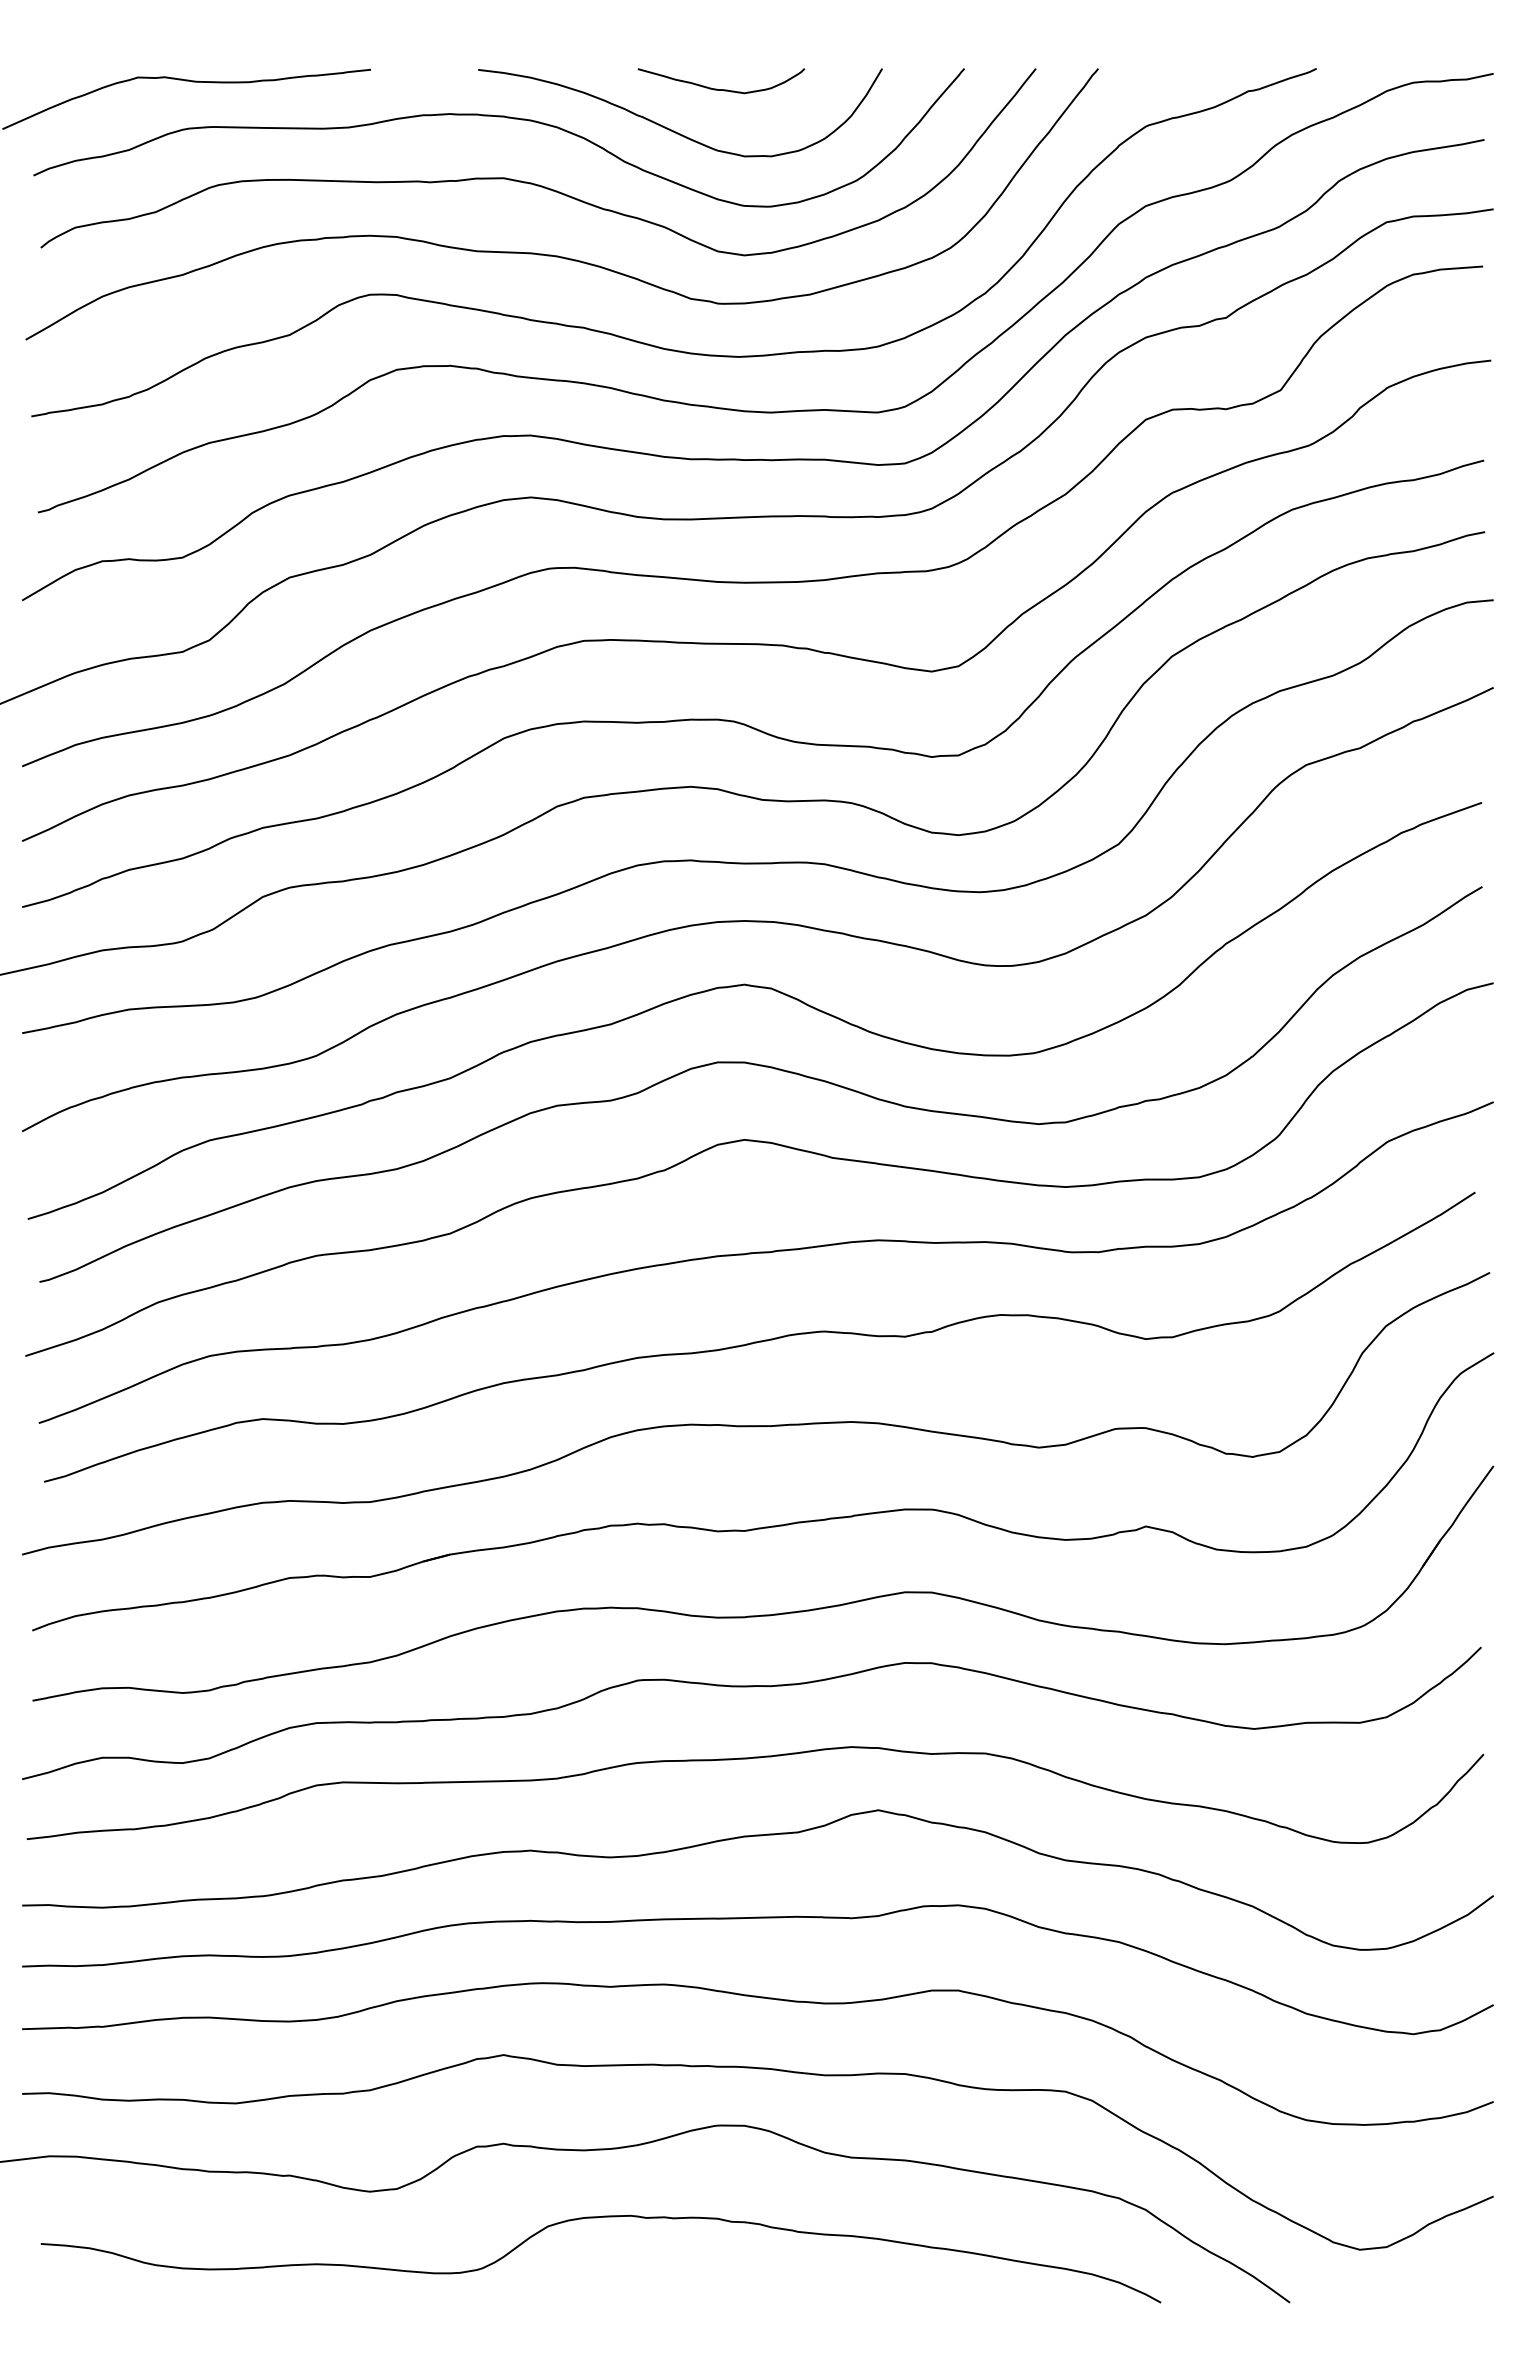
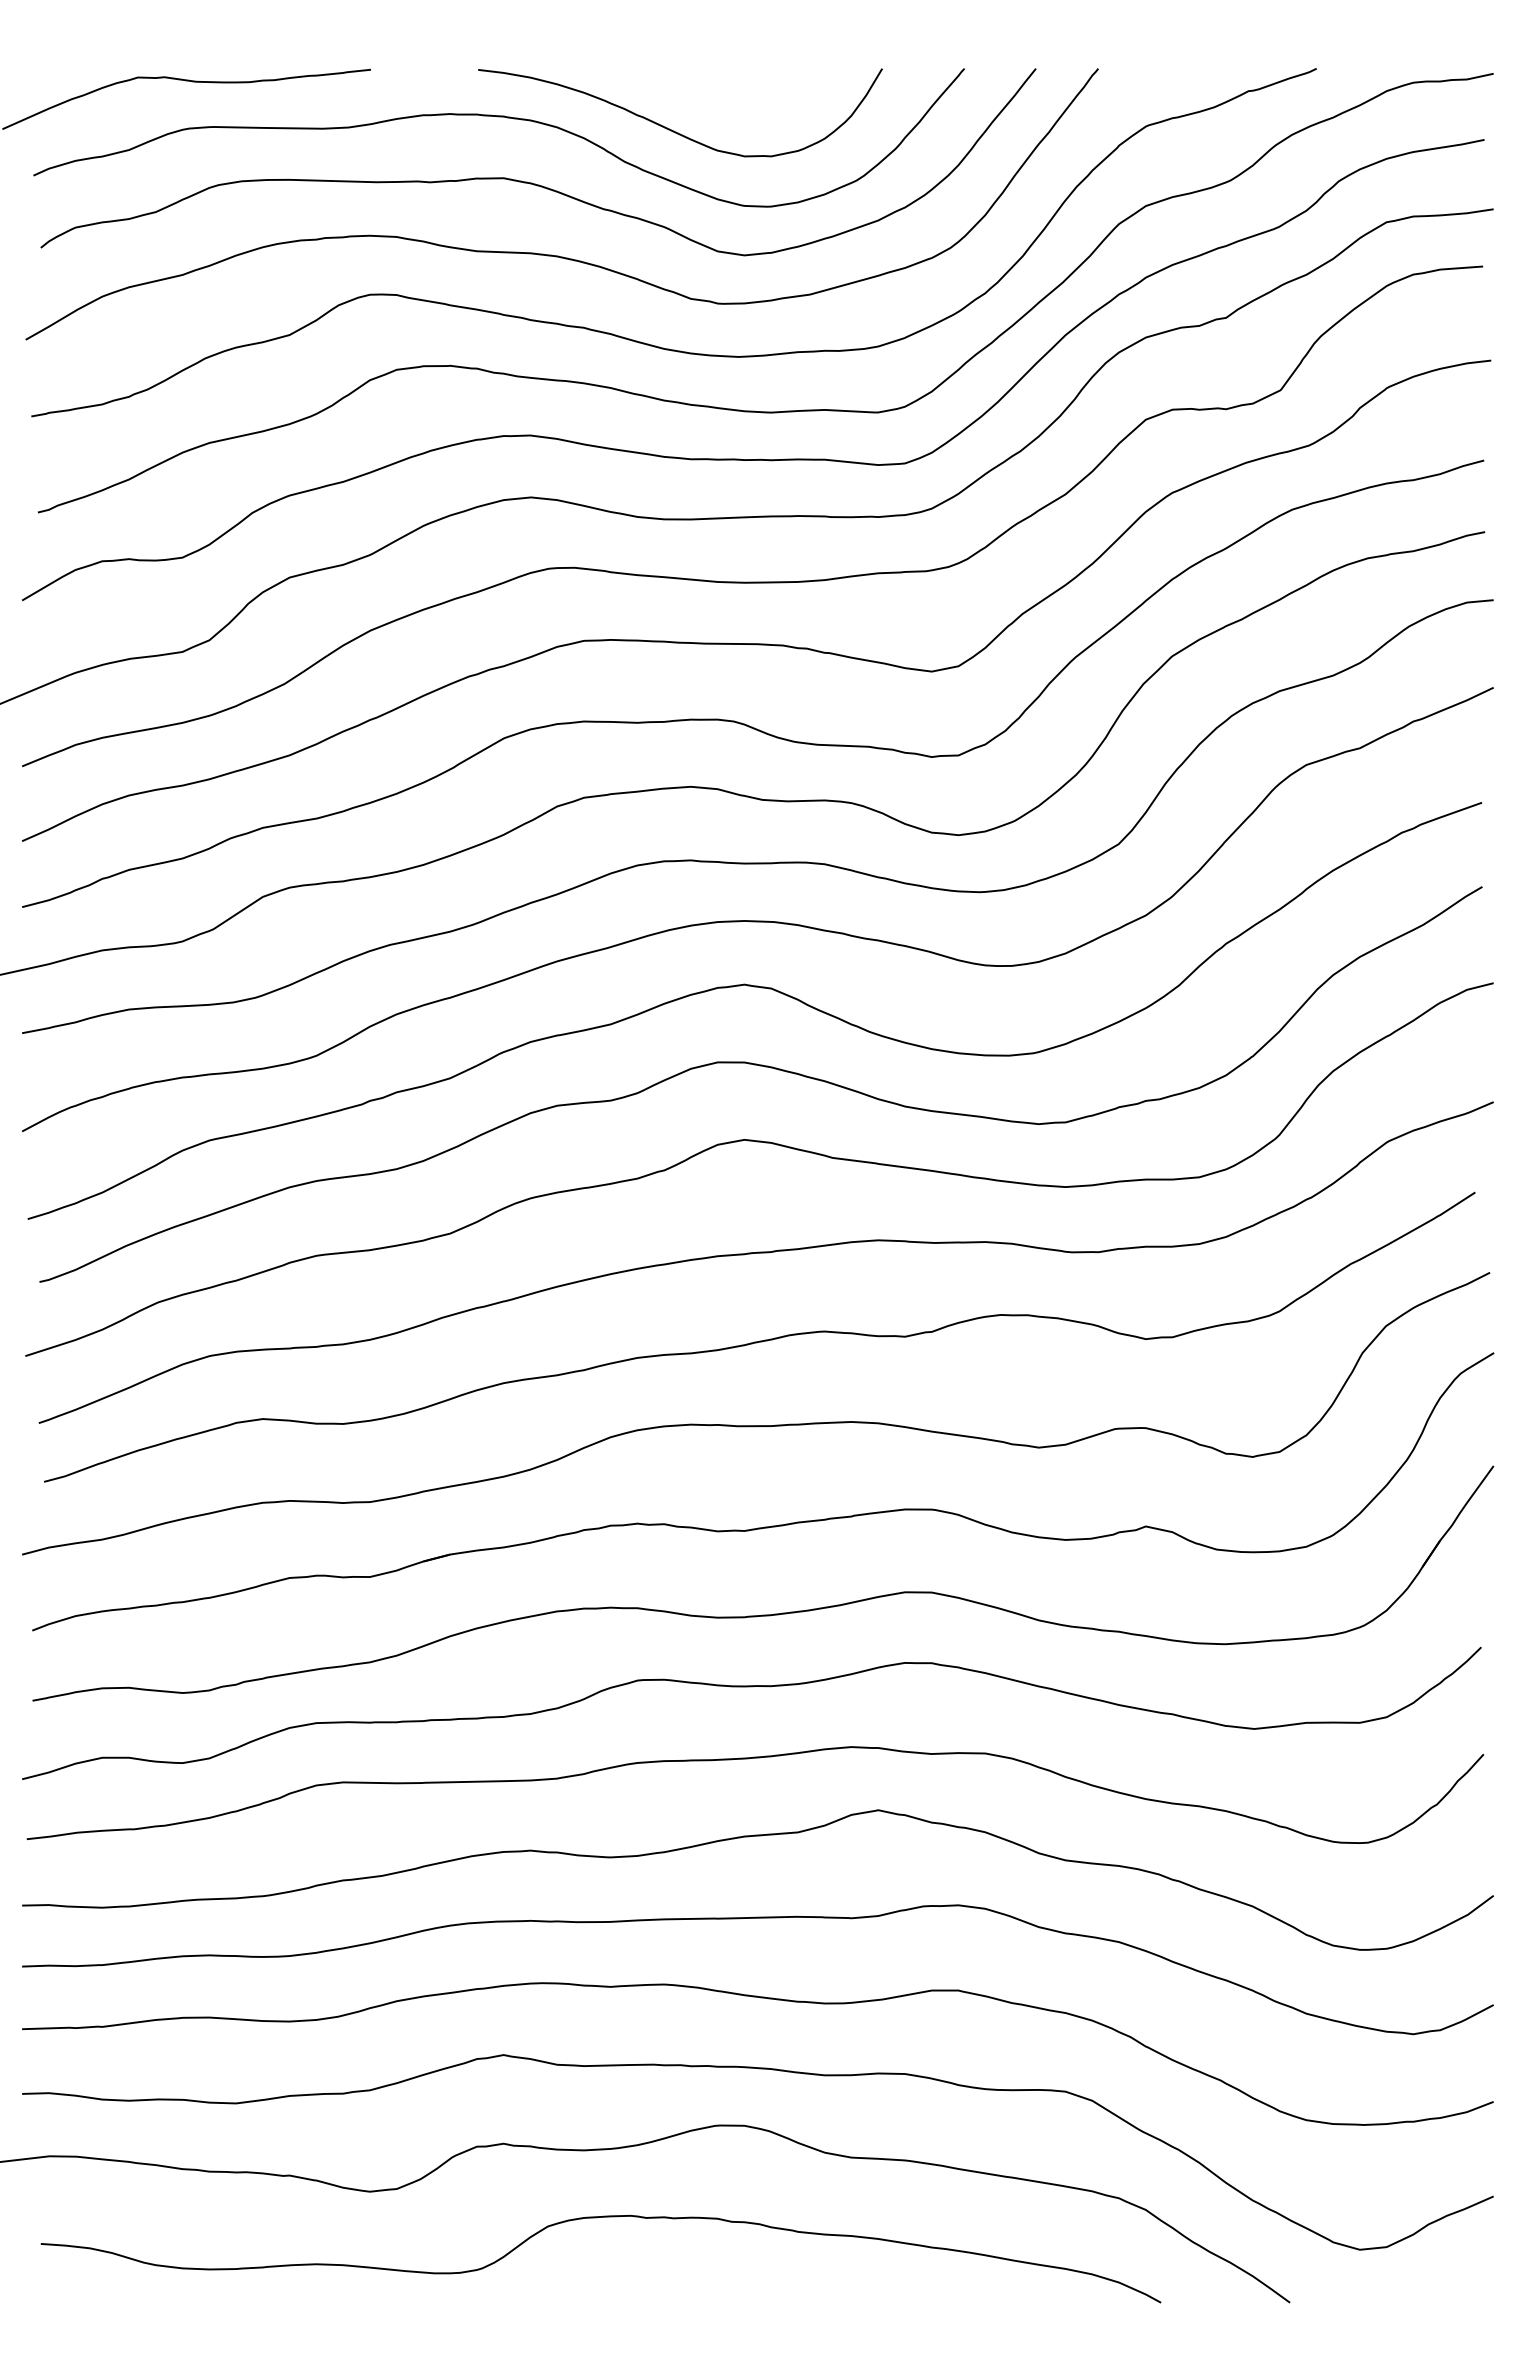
curve at (721, 89): present -> none
